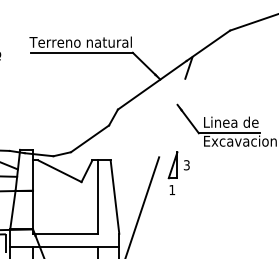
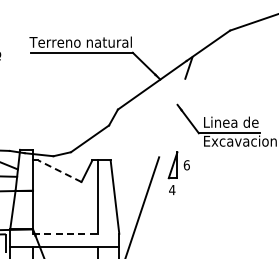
text at (186, 165): 3 -> 6
line at (59, 171): solid -> dashed
text at (172, 190): 1 -> 4
line at (65, 233): solid -> dashed
